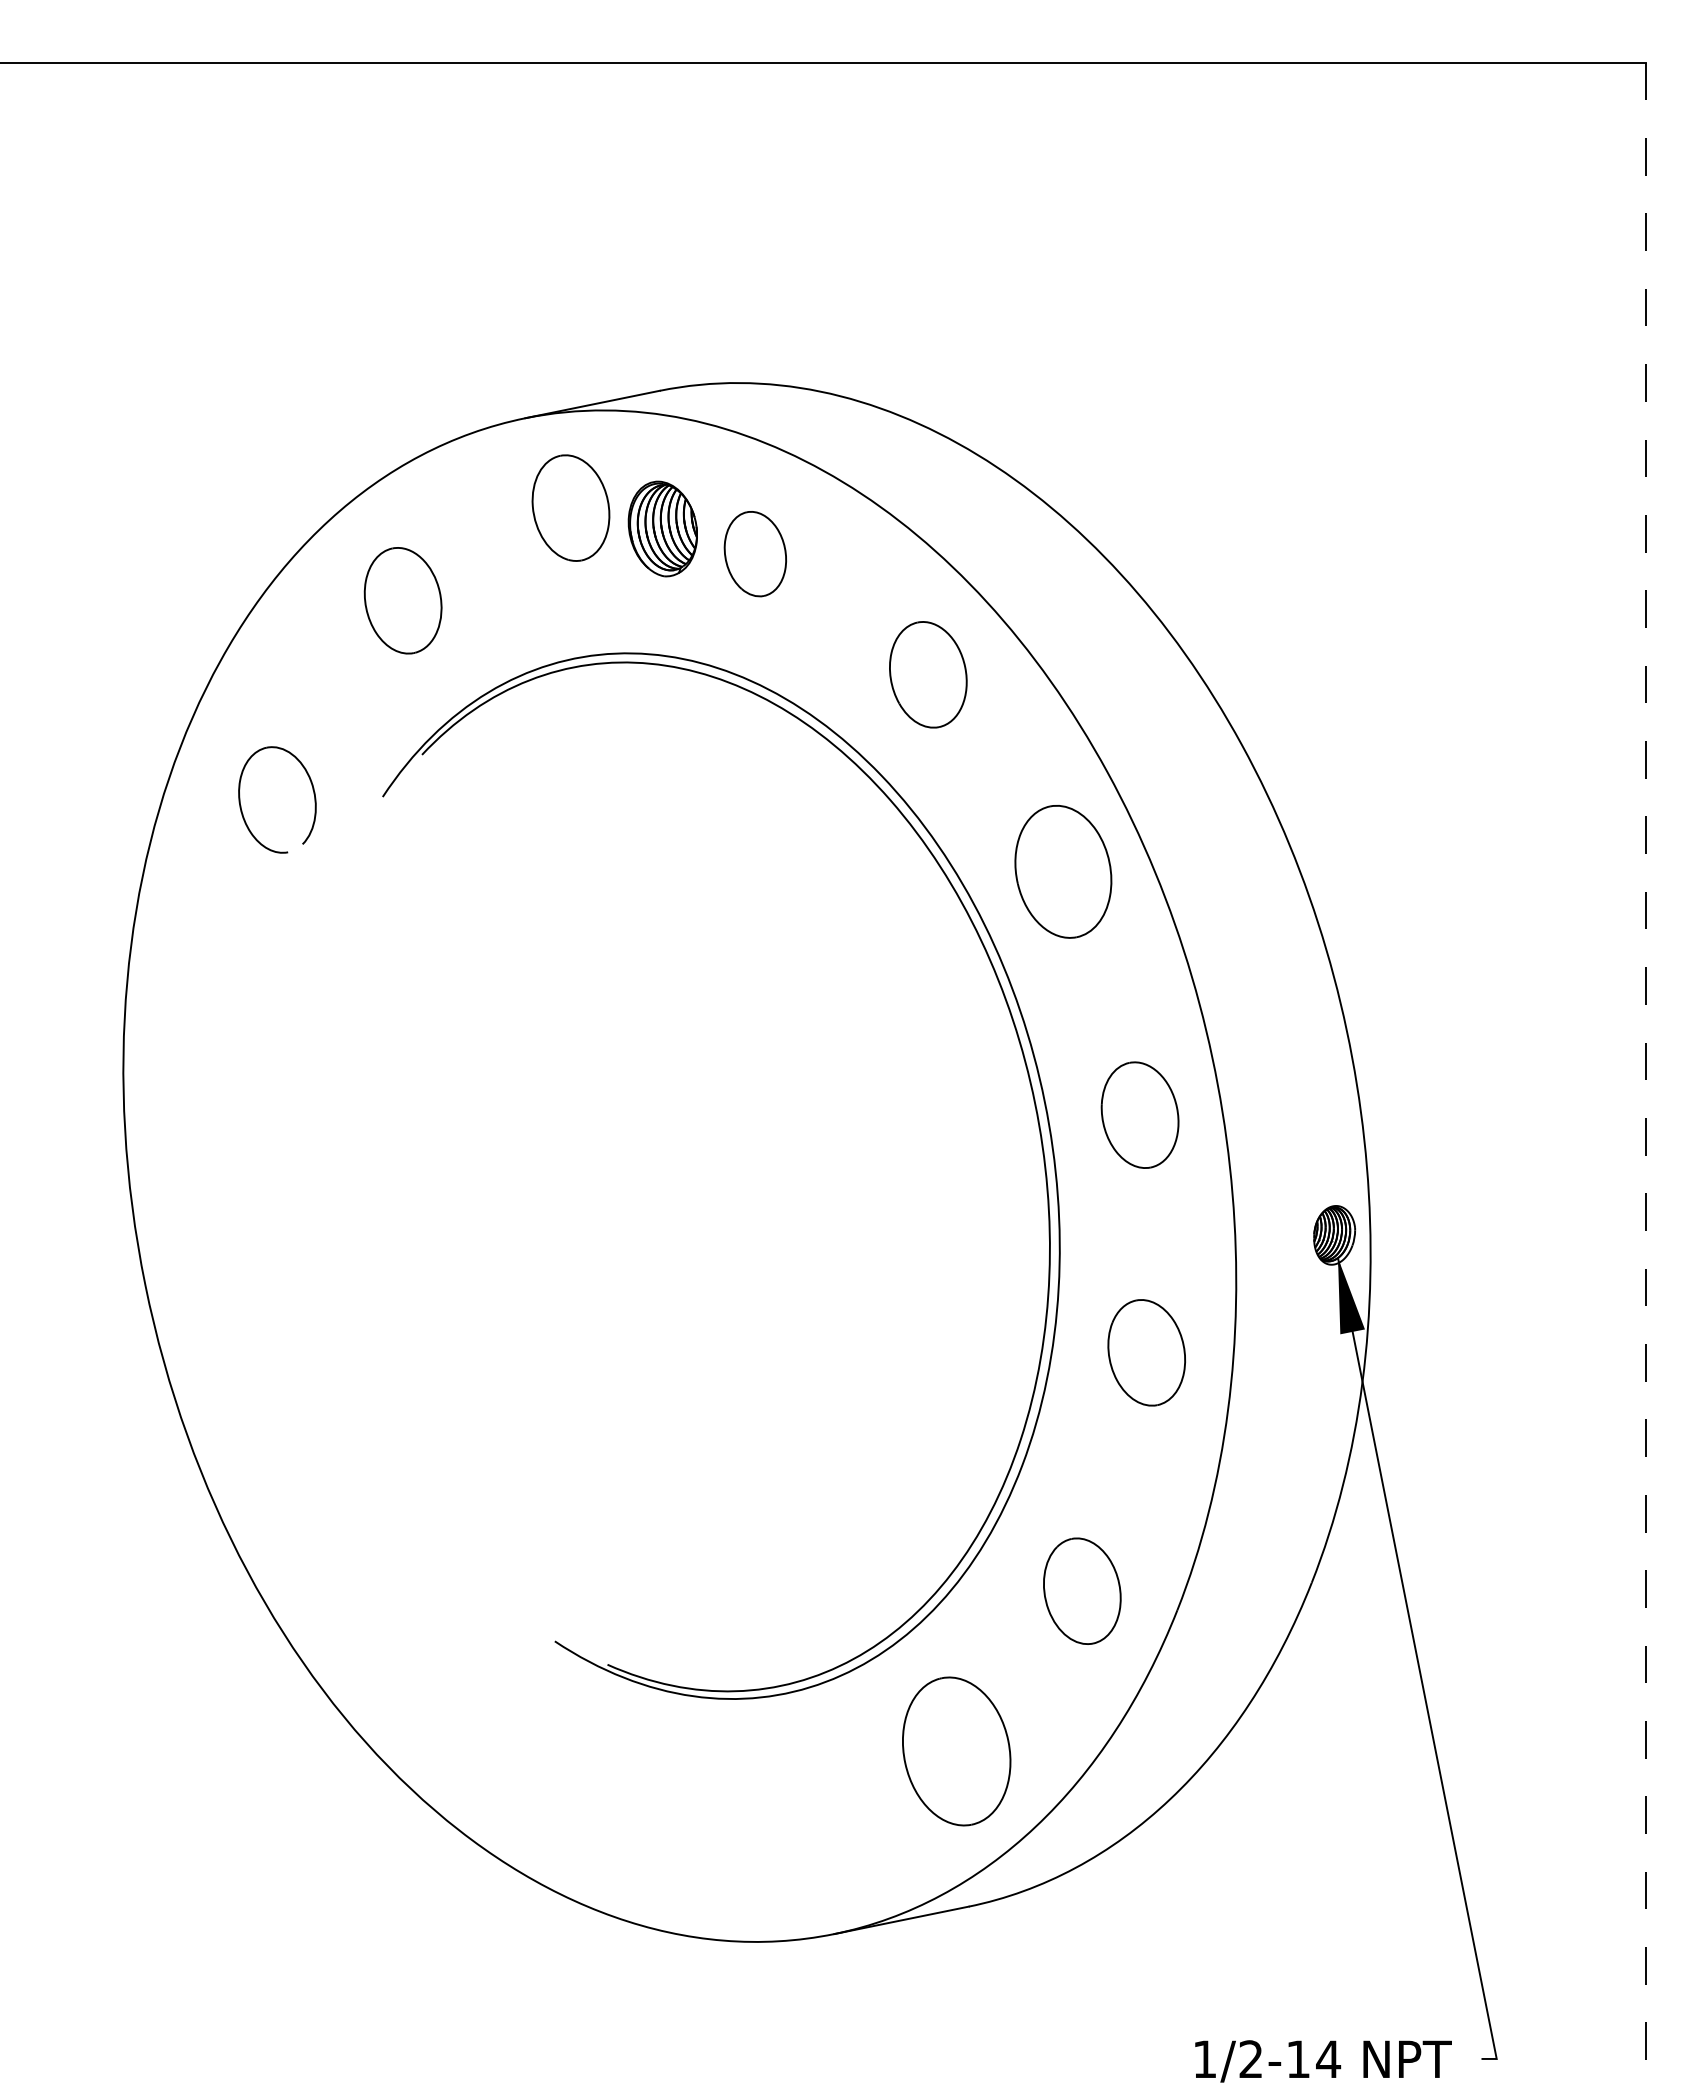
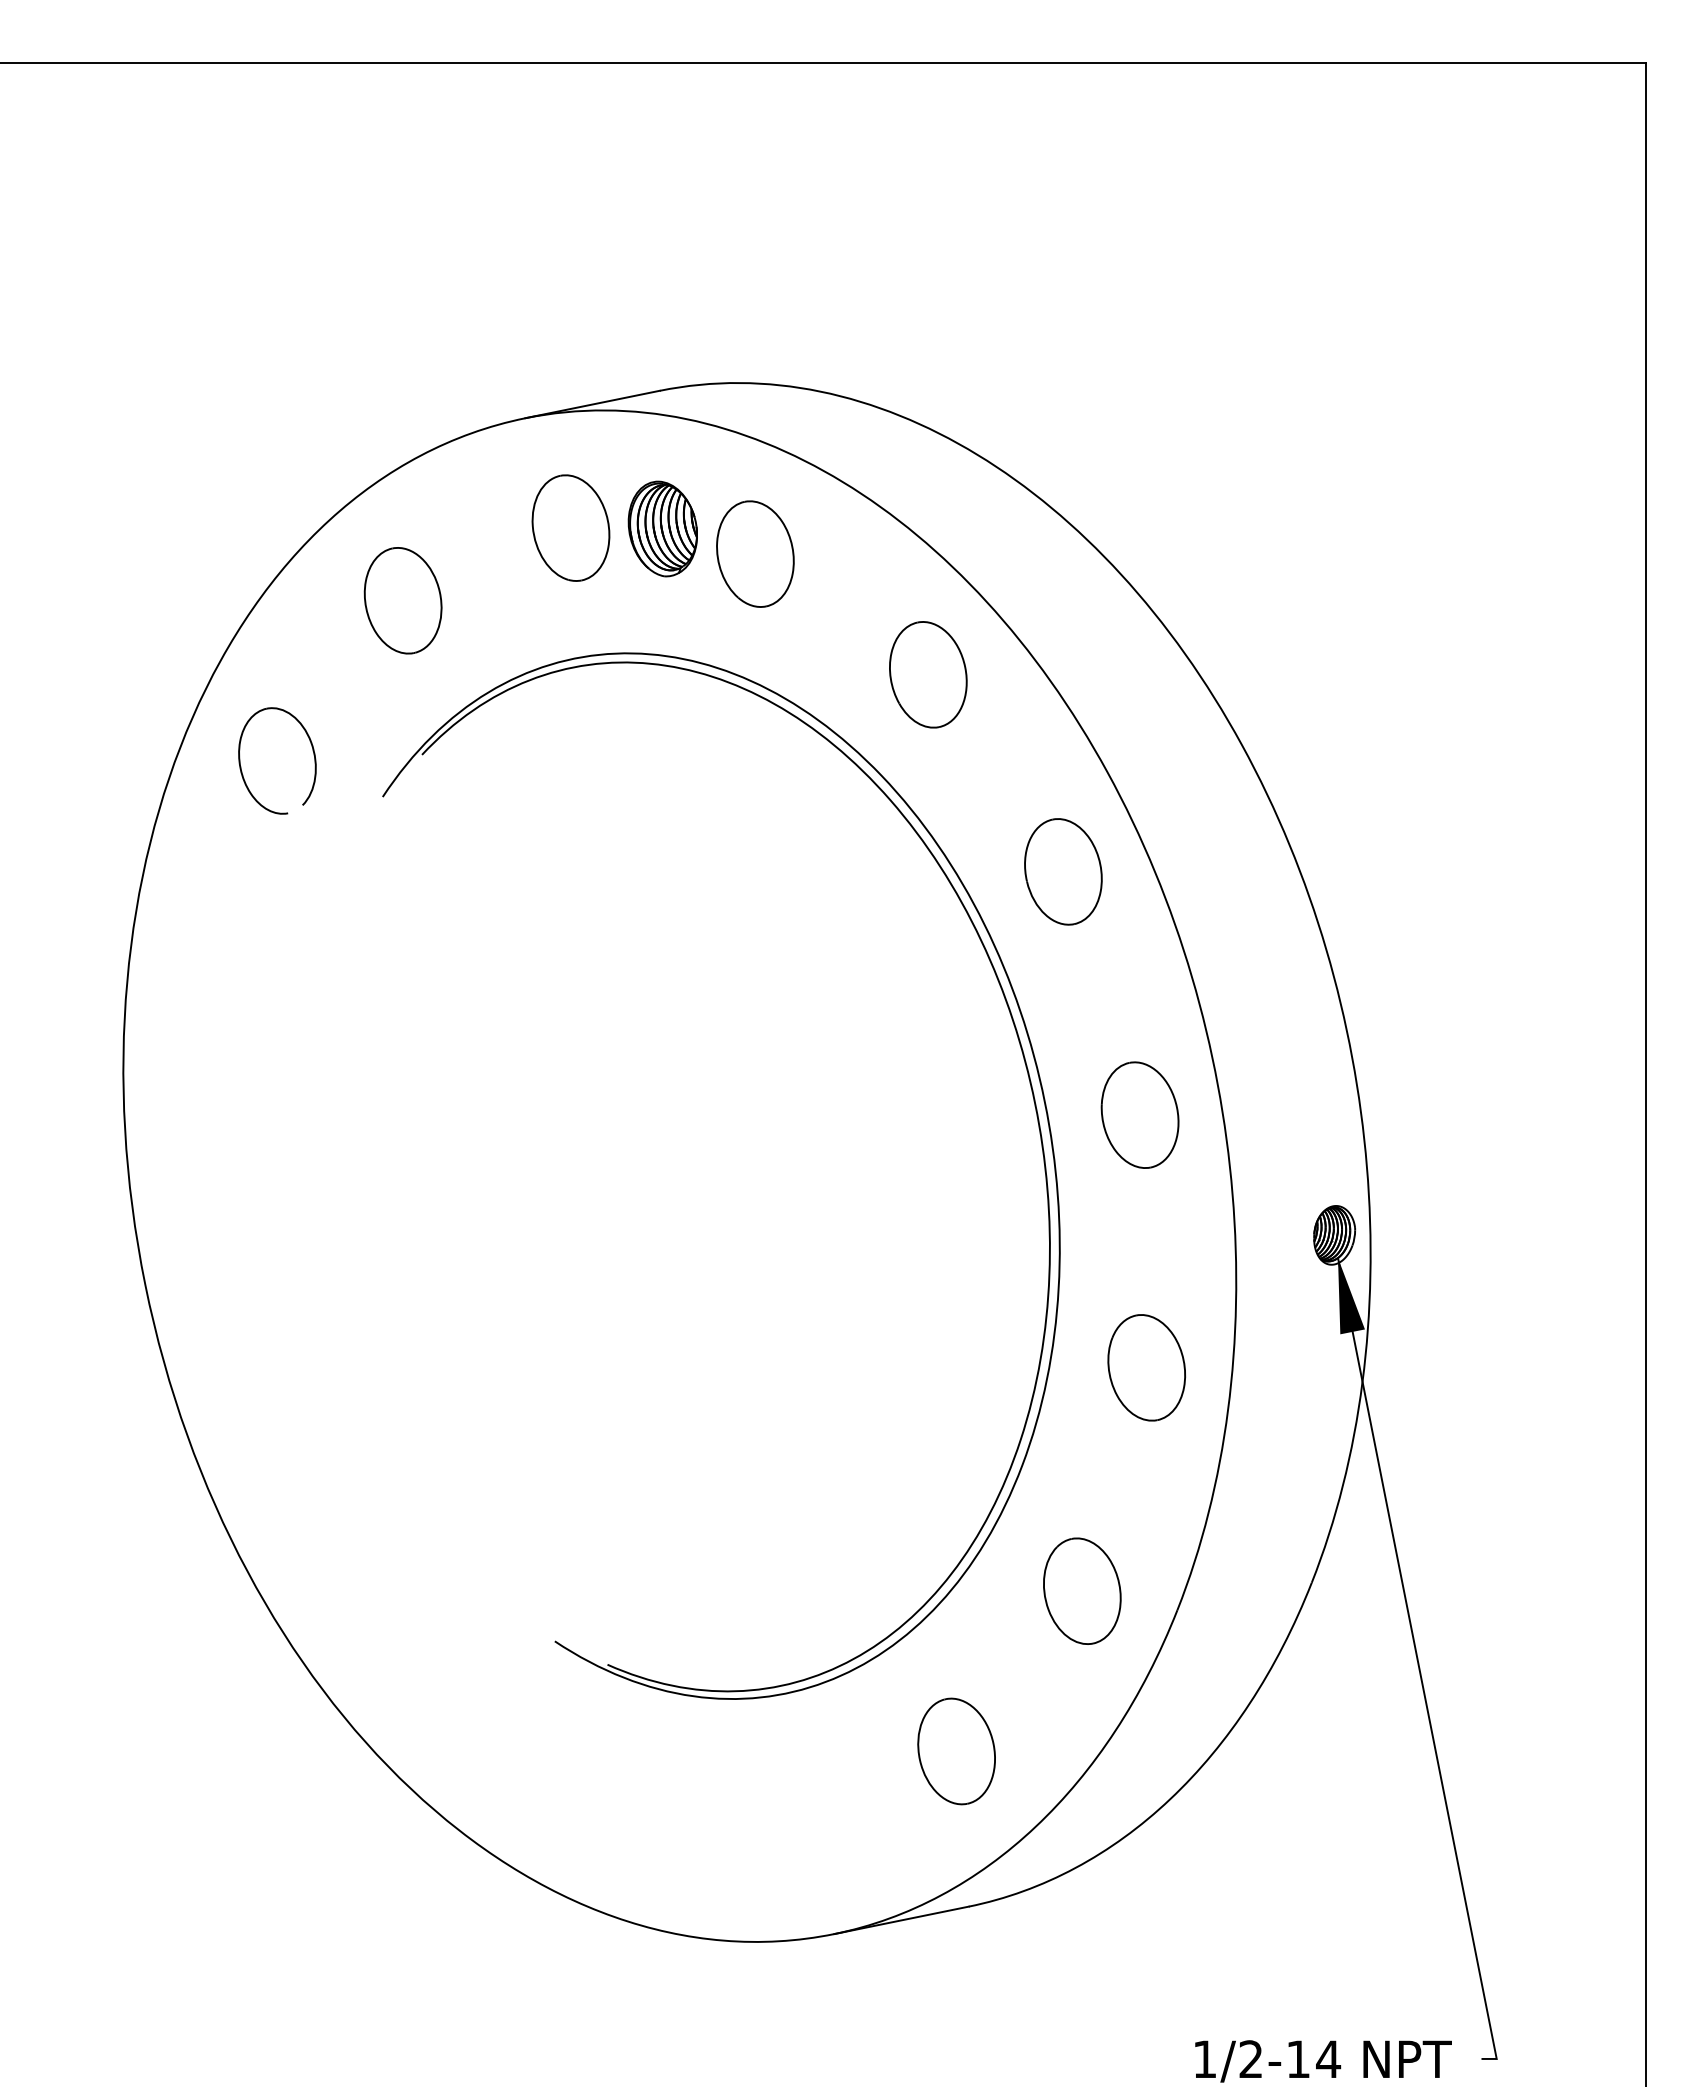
part at (570, 507) position: (570, 507) -> (570, 527)
part at (754, 554) size: 64x87 px -> 79x108 px
part at (312, 790) position: (312, 790) -> (312, 751)
part at (1063, 871) size: 99x134 px -> 79x108 px
line at (1646, 1074): dashed -> solid
part at (1146, 1352) position: (1146, 1352) -> (1146, 1367)
part at (956, 1751) size: 110x151 px -> 79x109 px
